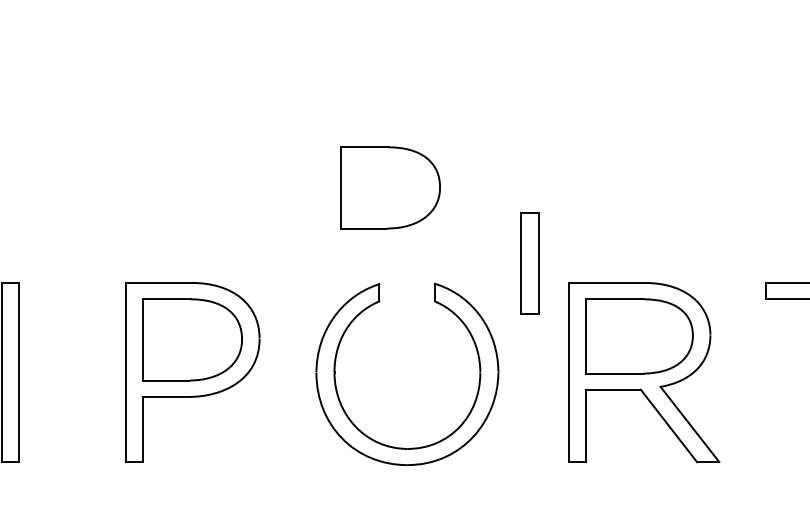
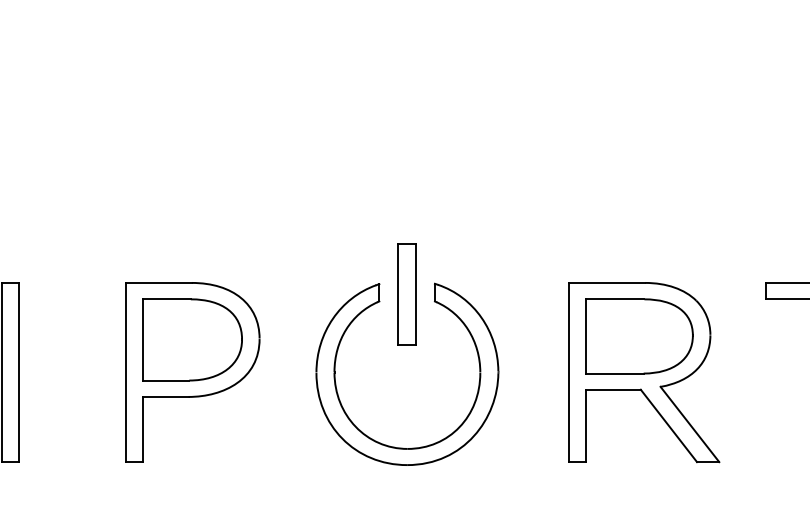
part at (390, 187): present -> none
part at (529, 263) position: (529, 263) -> (406, 294)
